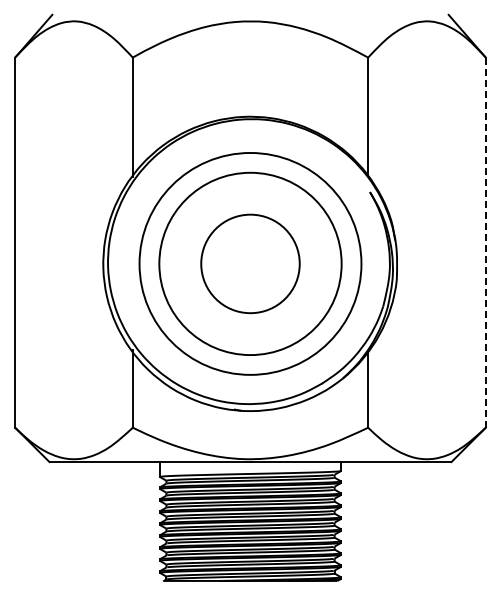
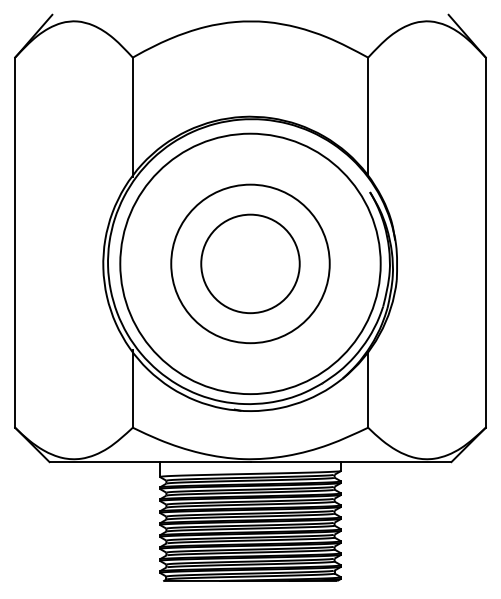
line at (485, 242): dashed -> solid
circle at (250, 263) diameter: 182 px -> 260 px
circle at (250, 263) diameter: 222 px -> 159 px
